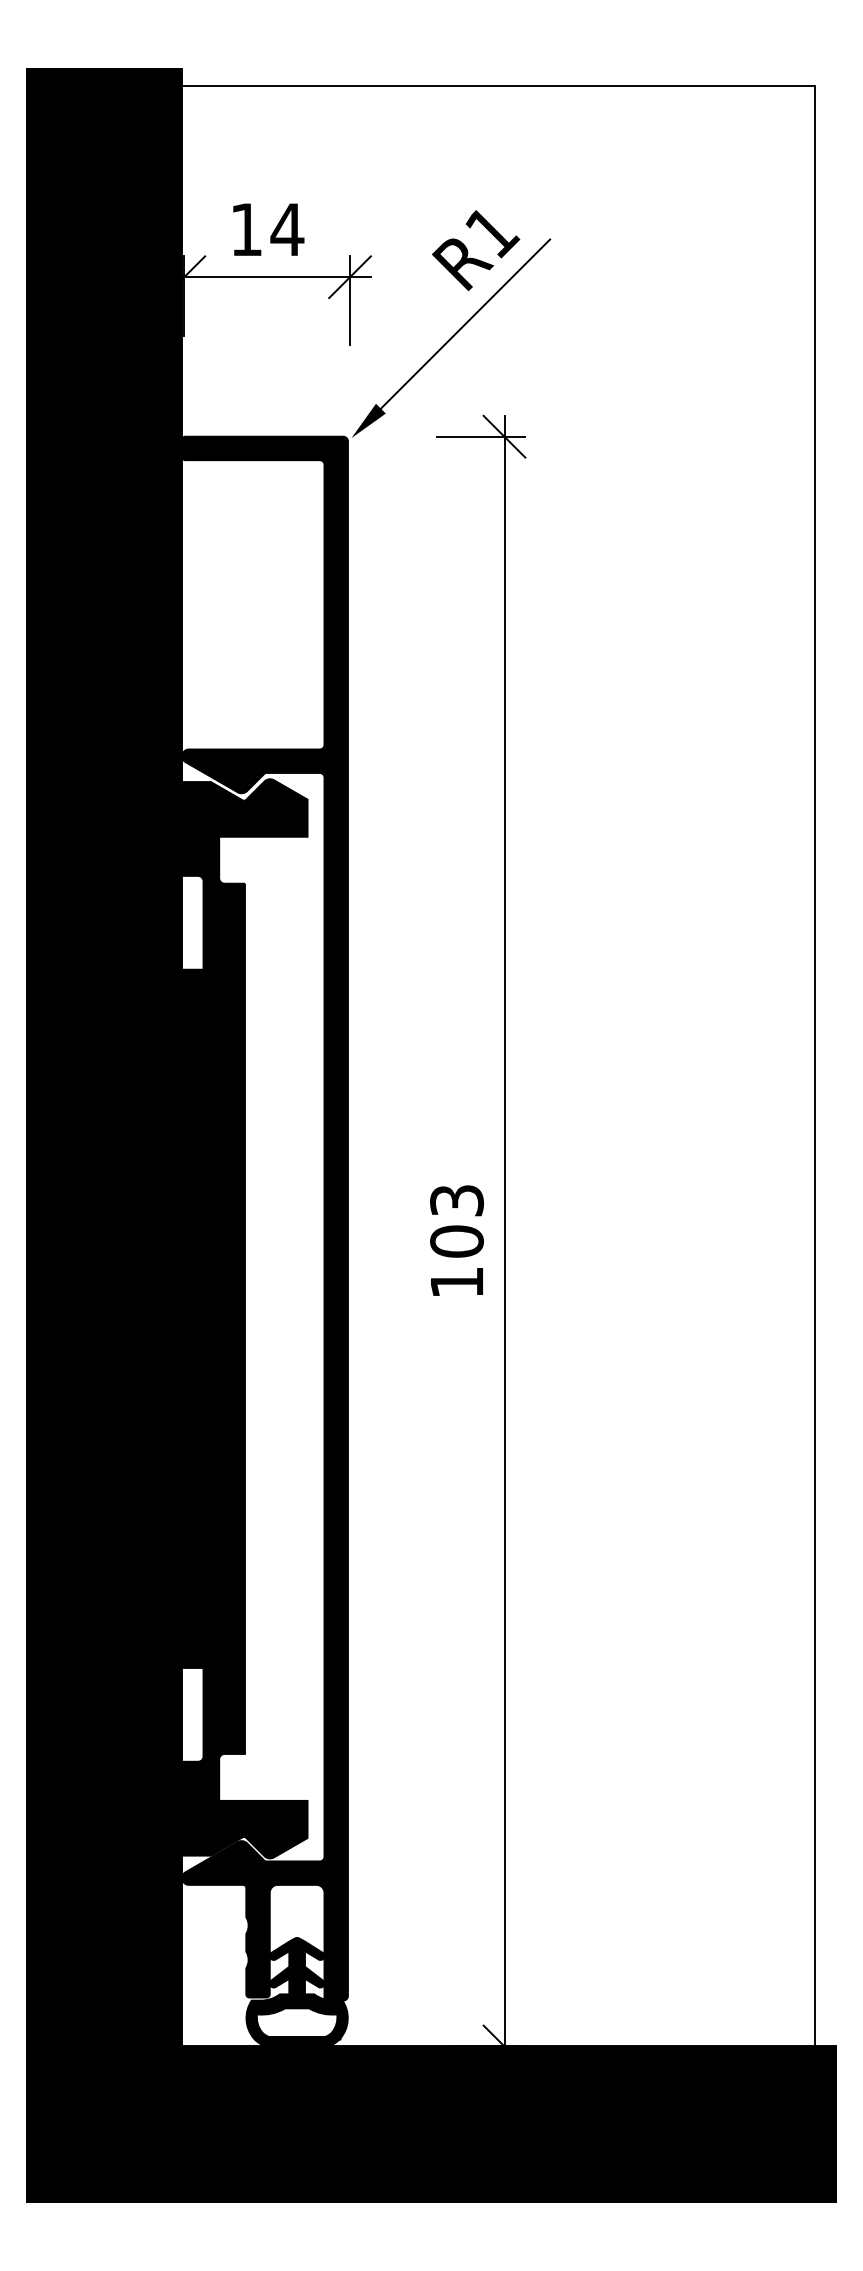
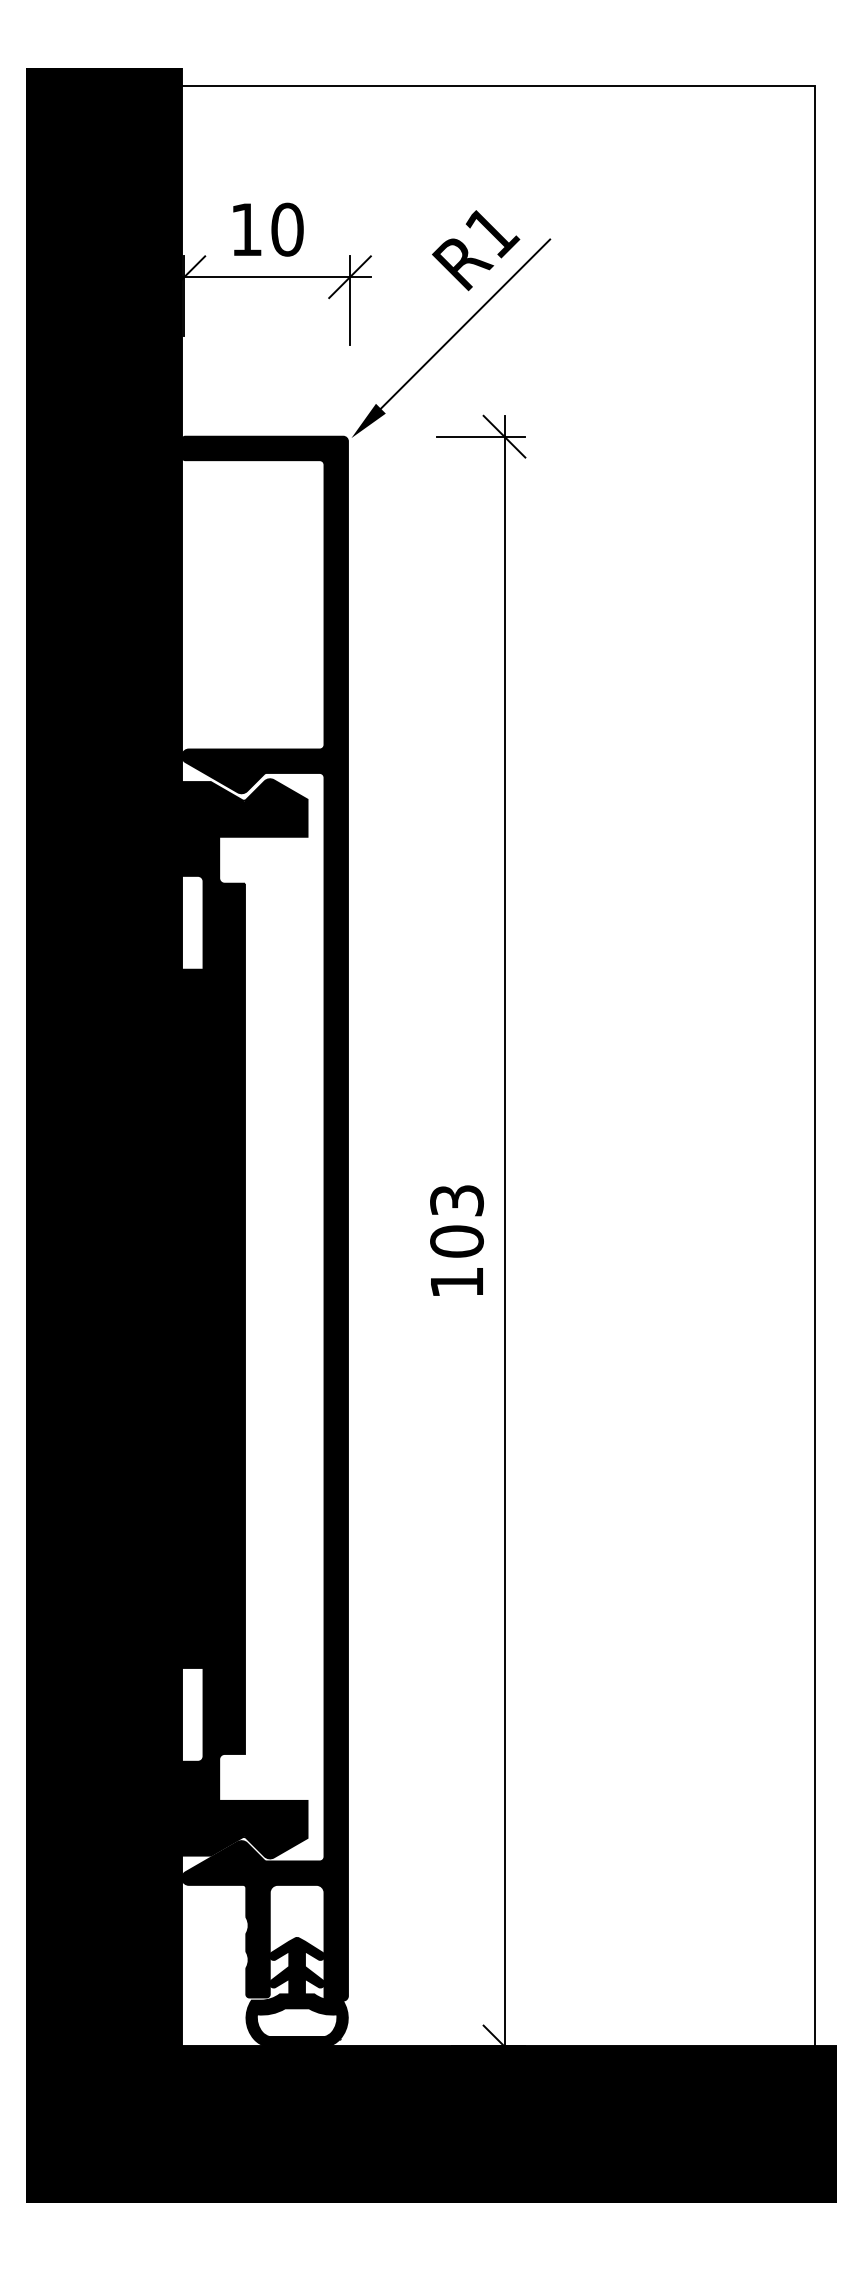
text at (287, 229): 14 -> 10
